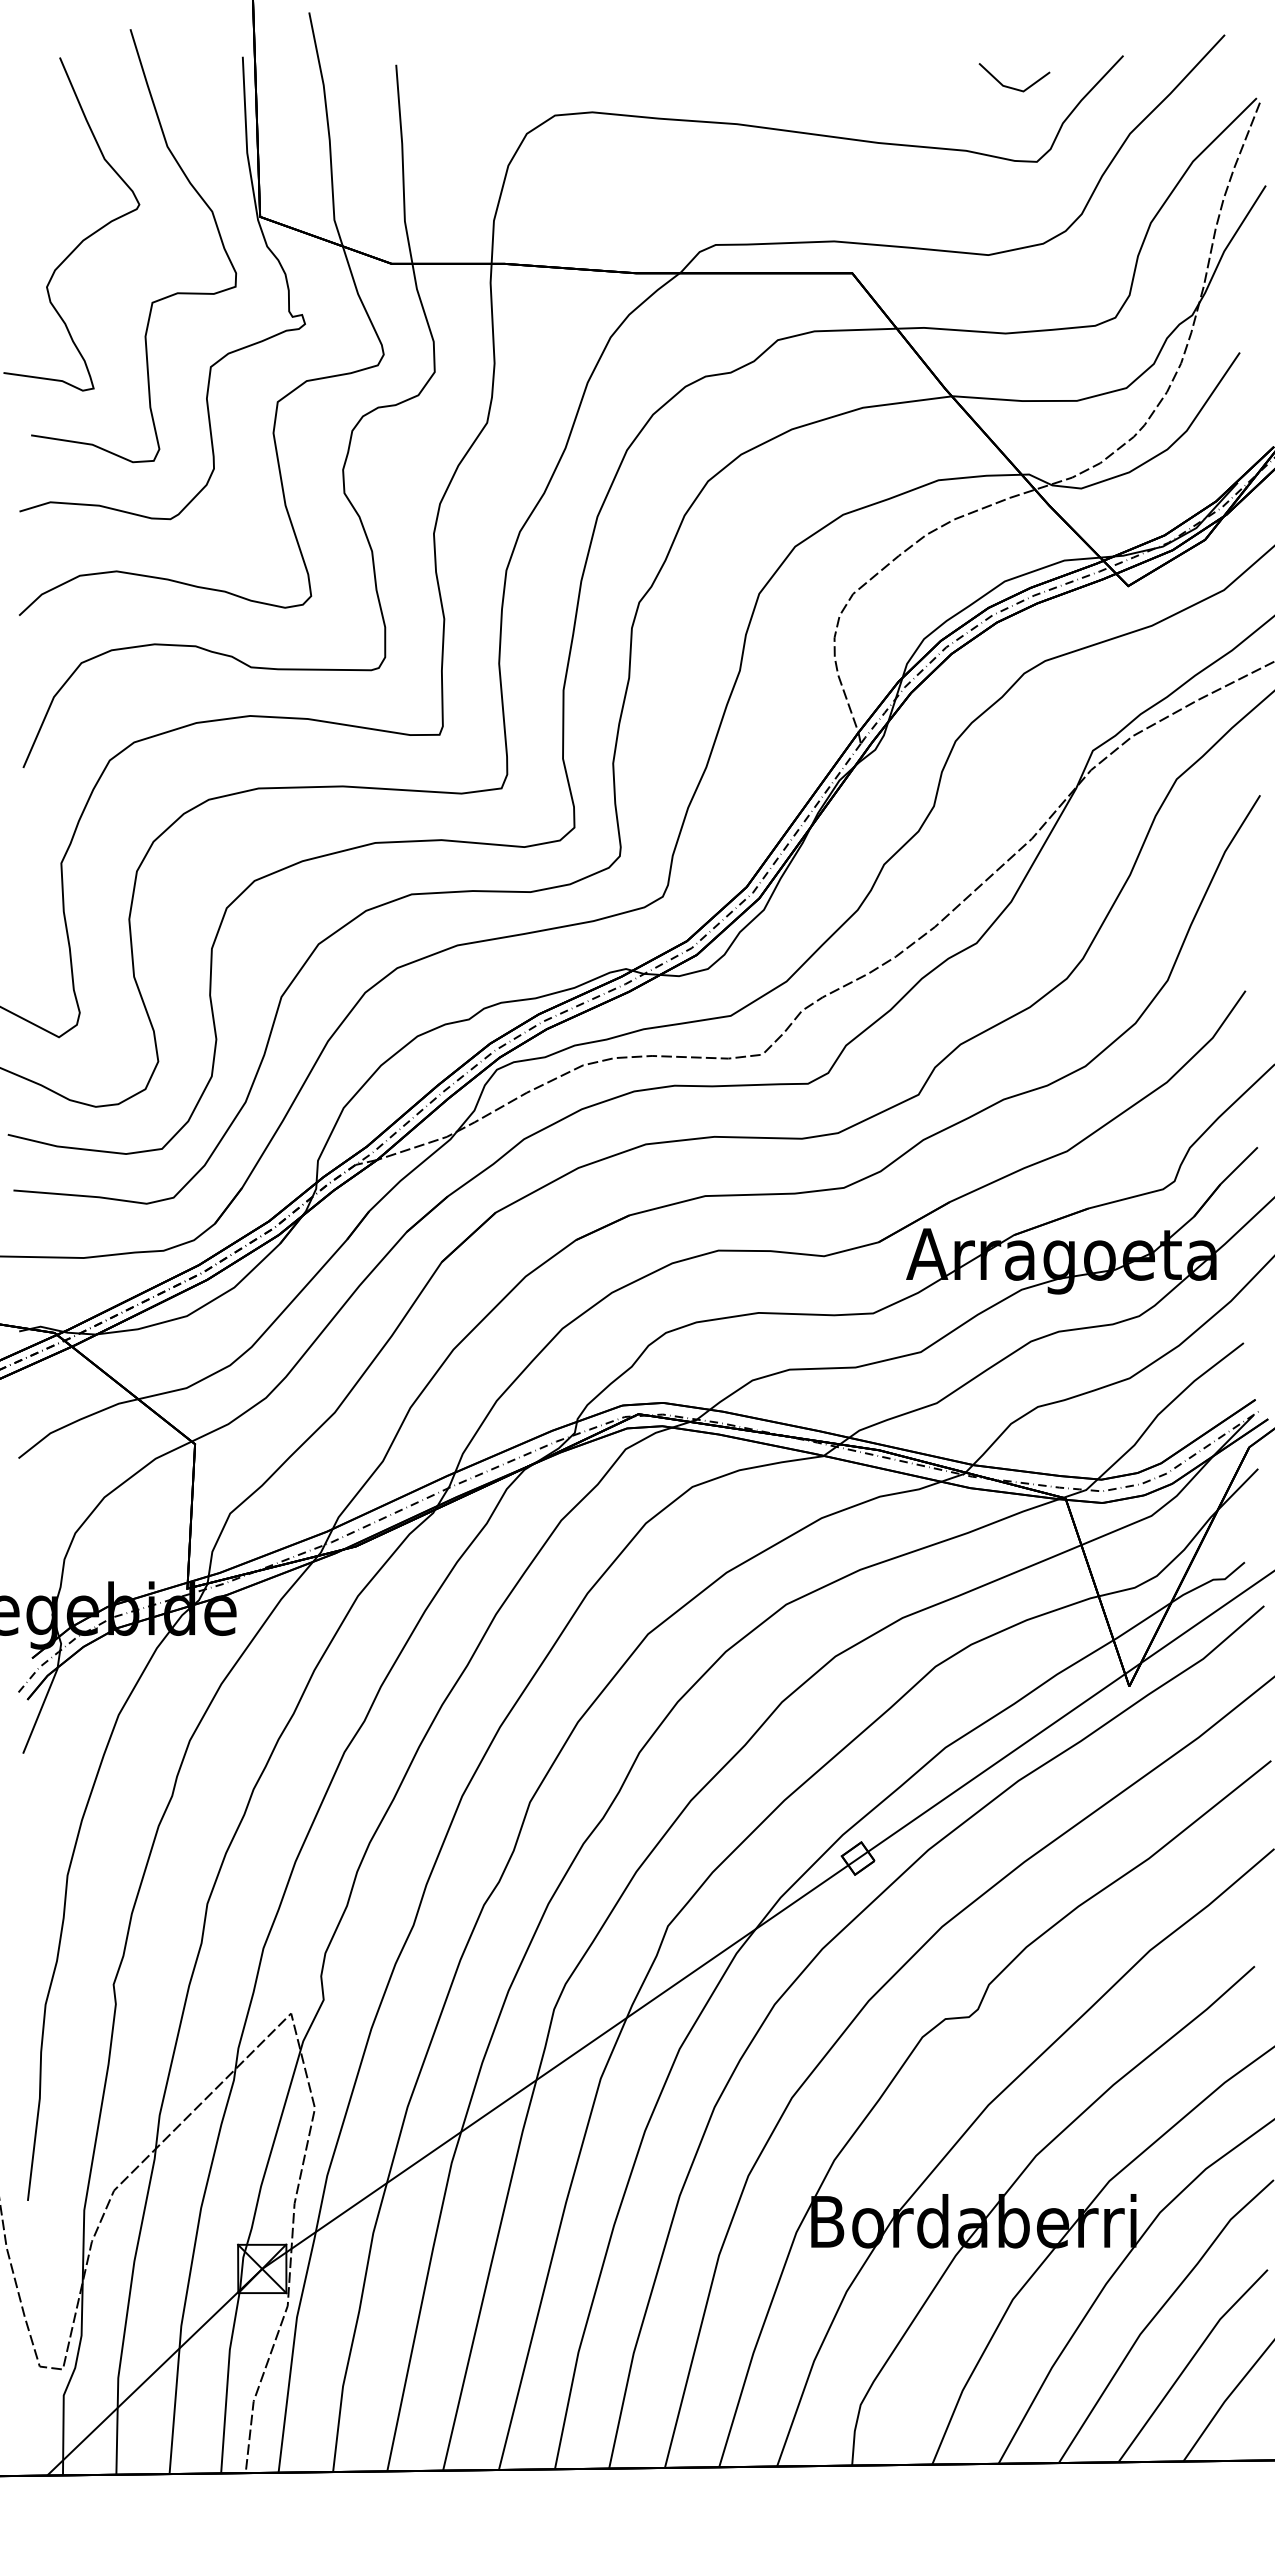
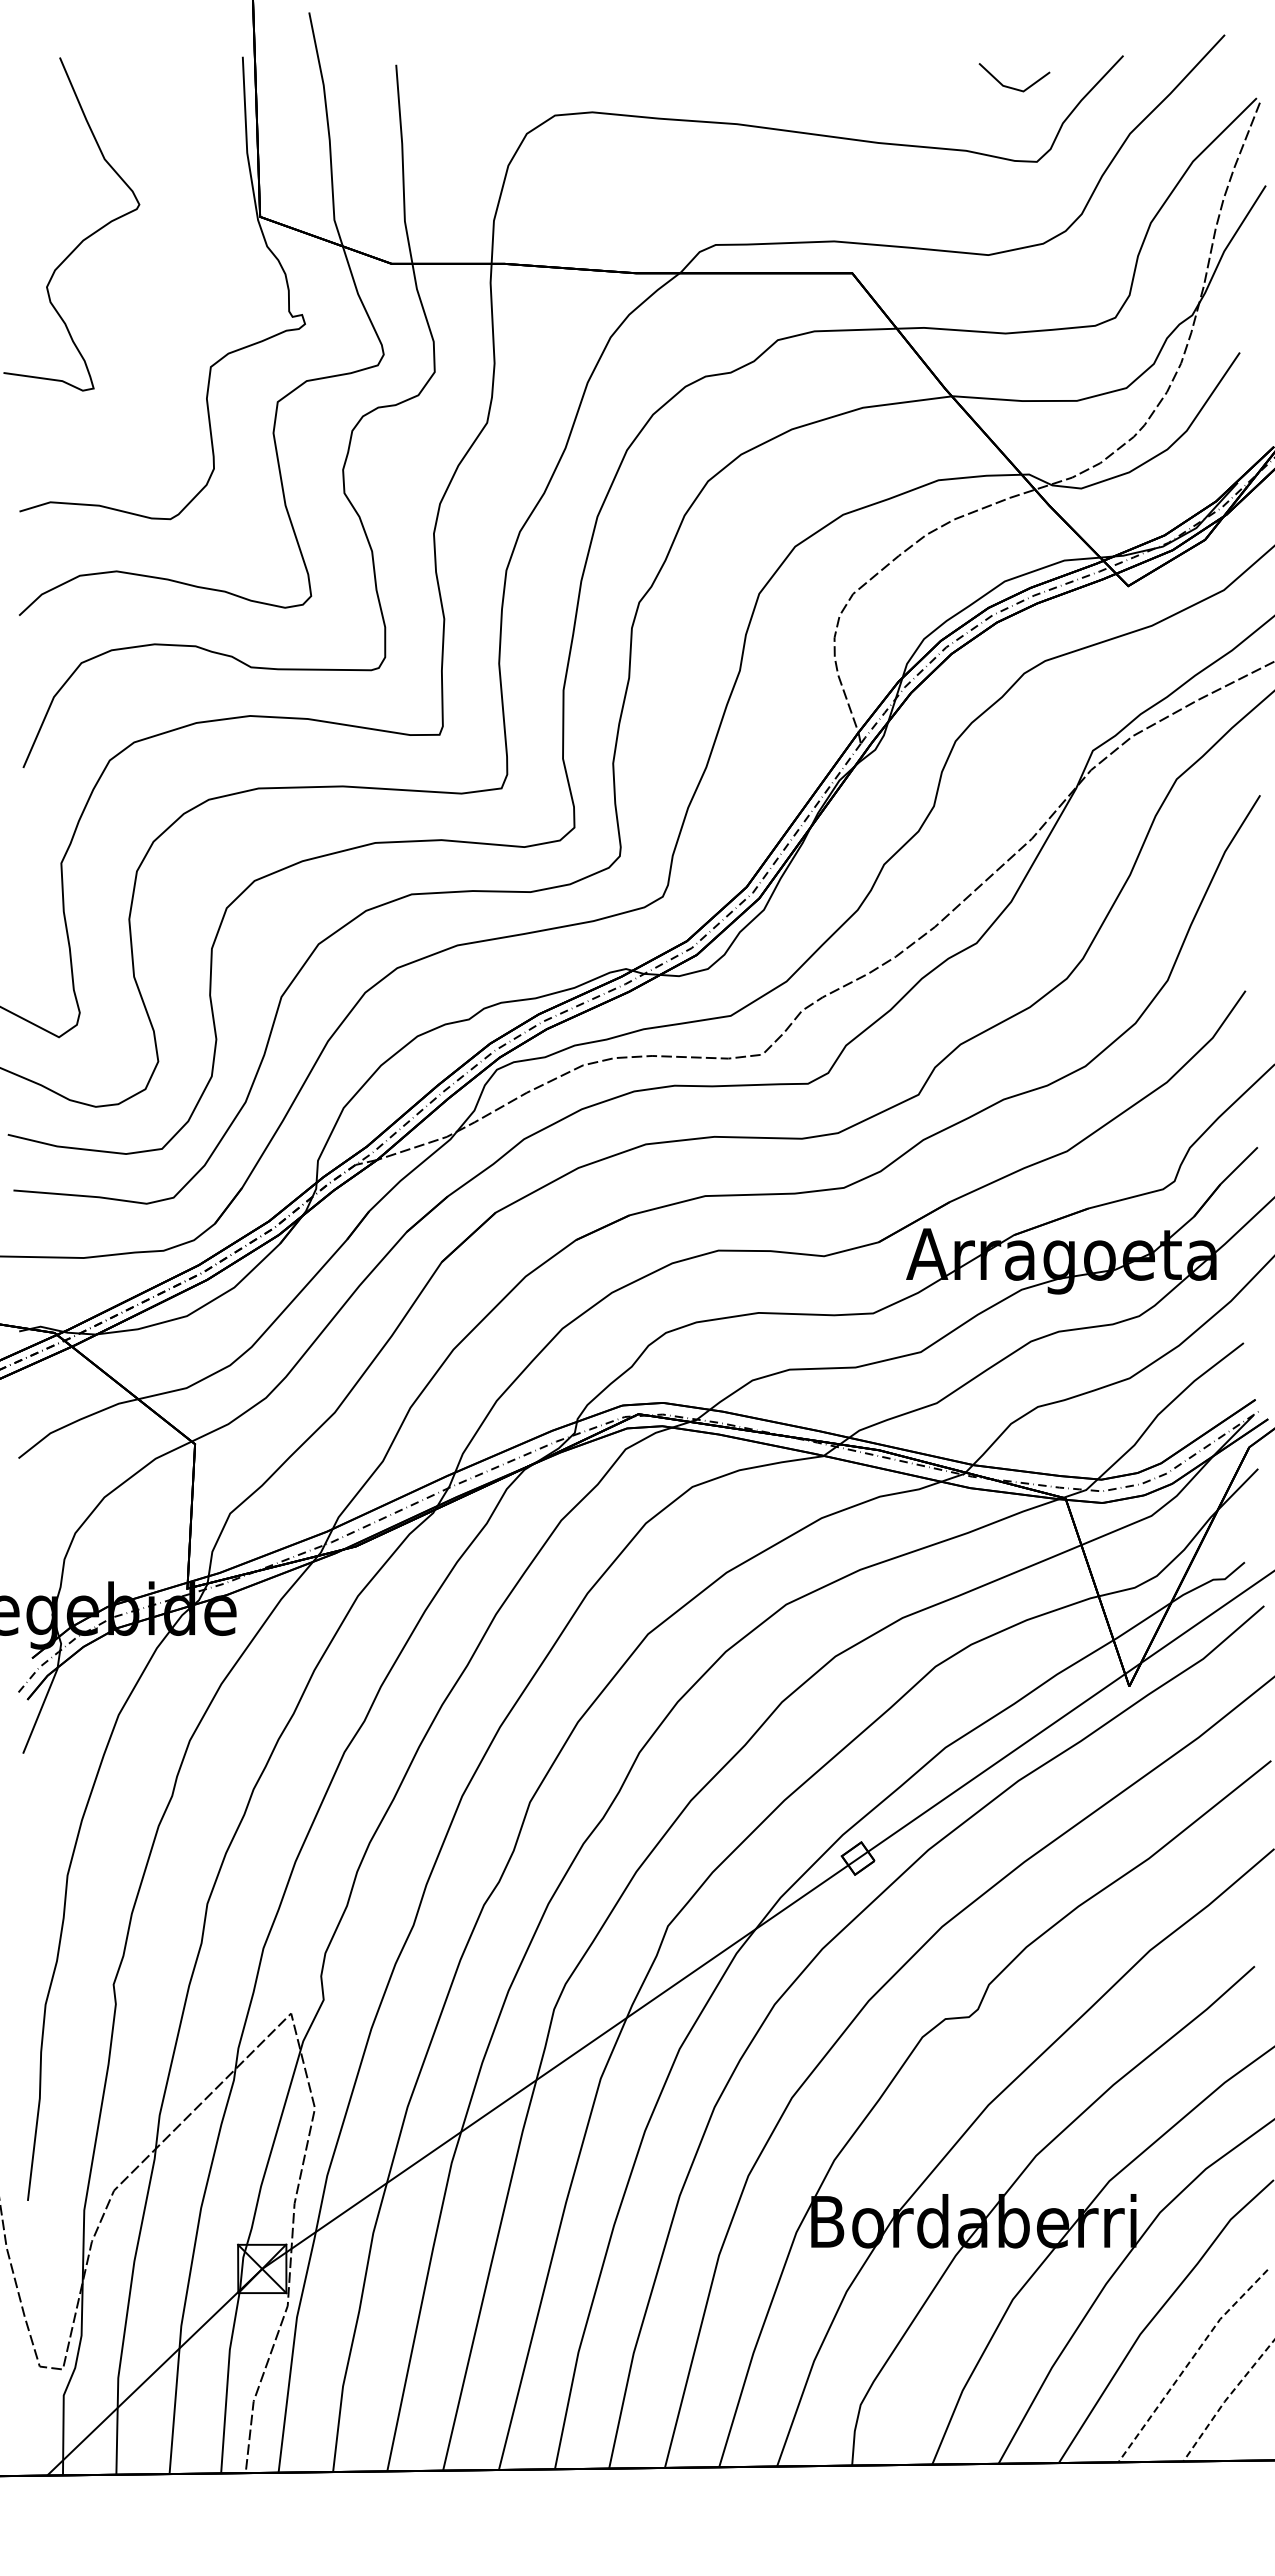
curve at (157, 299): present -> none
line at (1189, 2362): solid -> dashed
line at (1226, 2399): solid -> dashed
